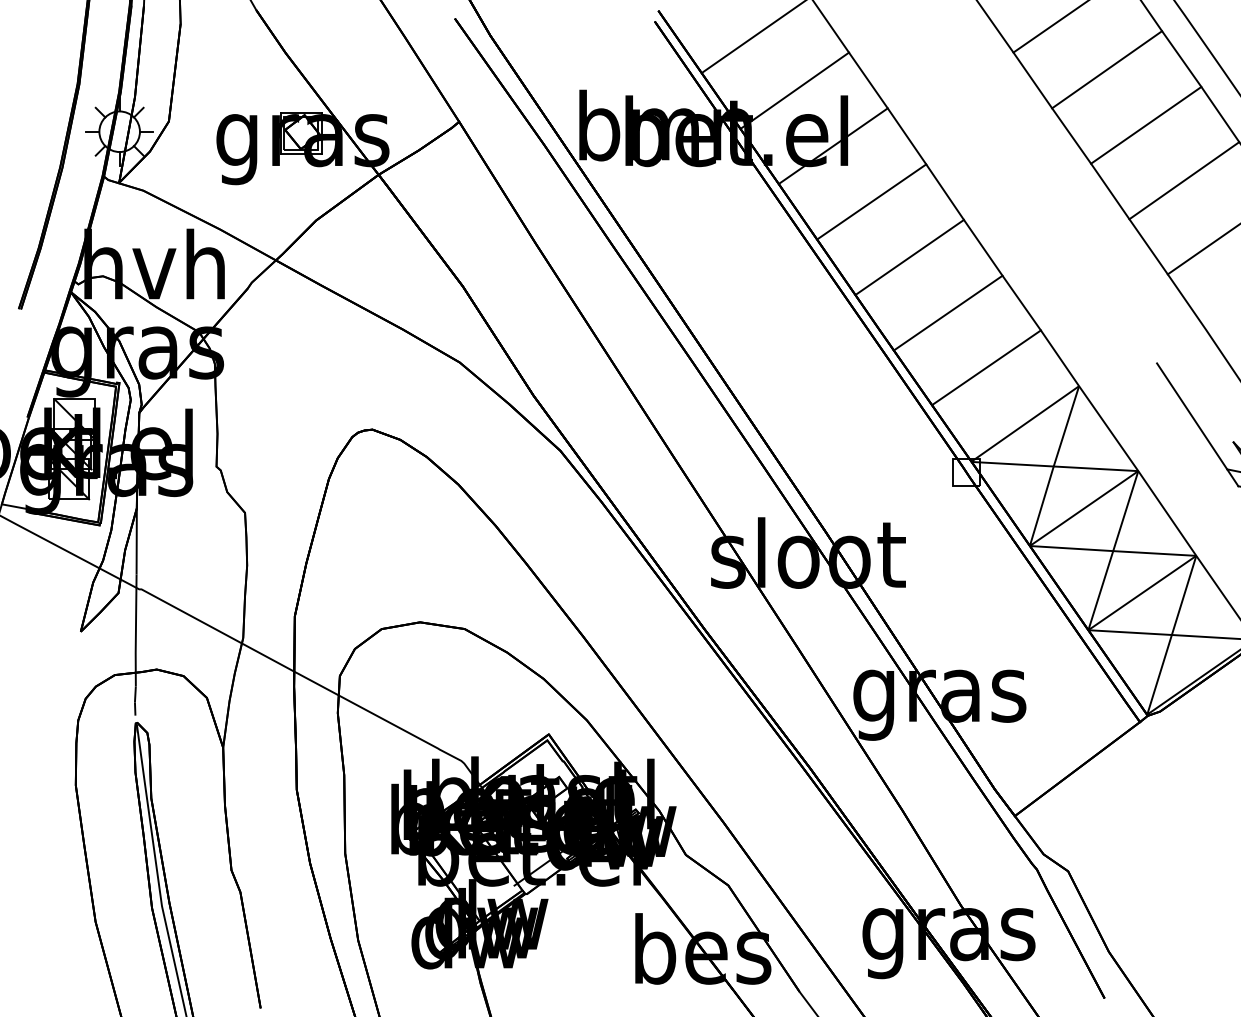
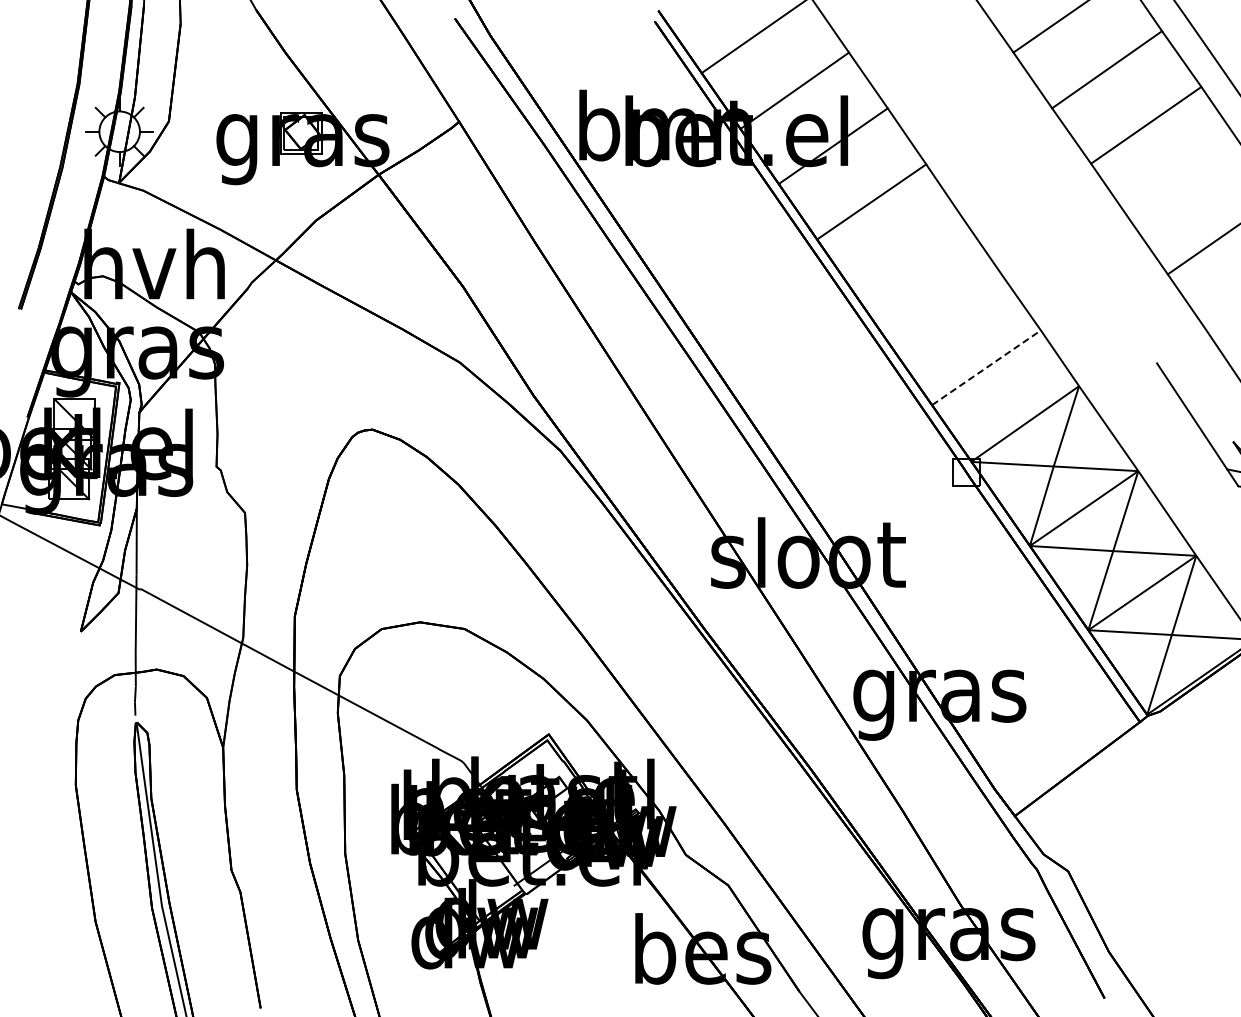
line at (1183, 181): present -> none
line at (909, 256): present -> none
line at (947, 312): present -> none
line at (986, 367): solid -> dashed
